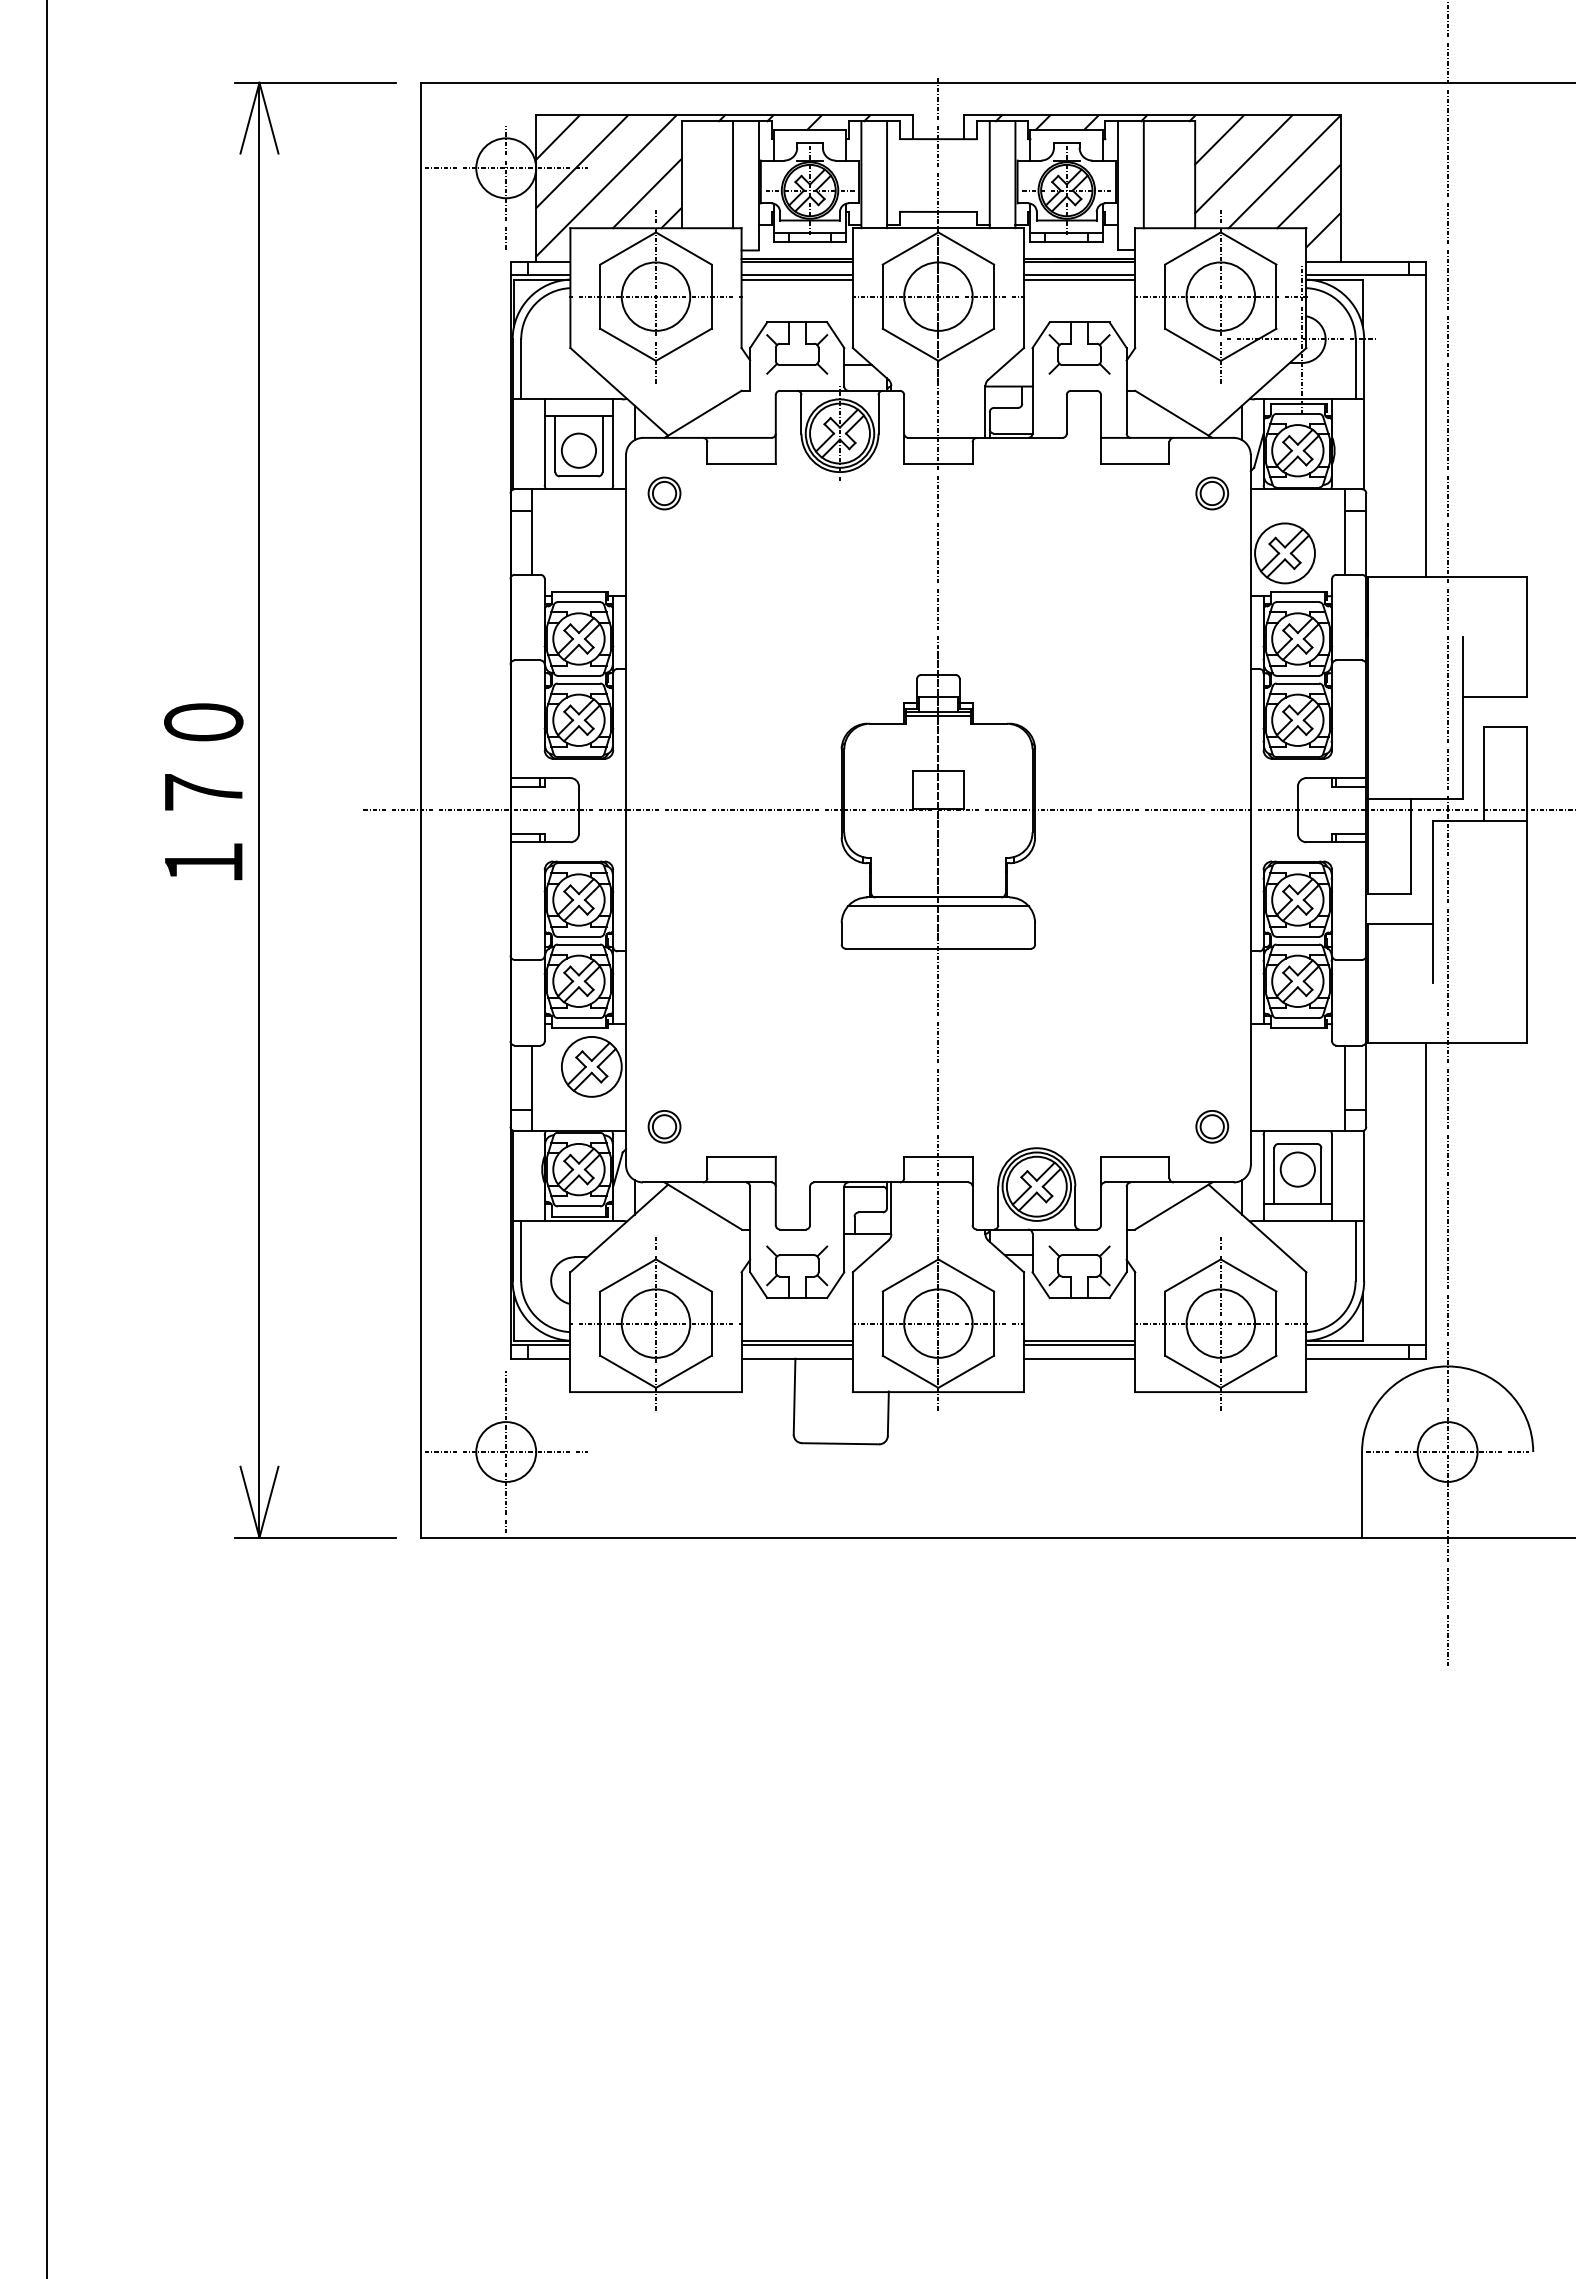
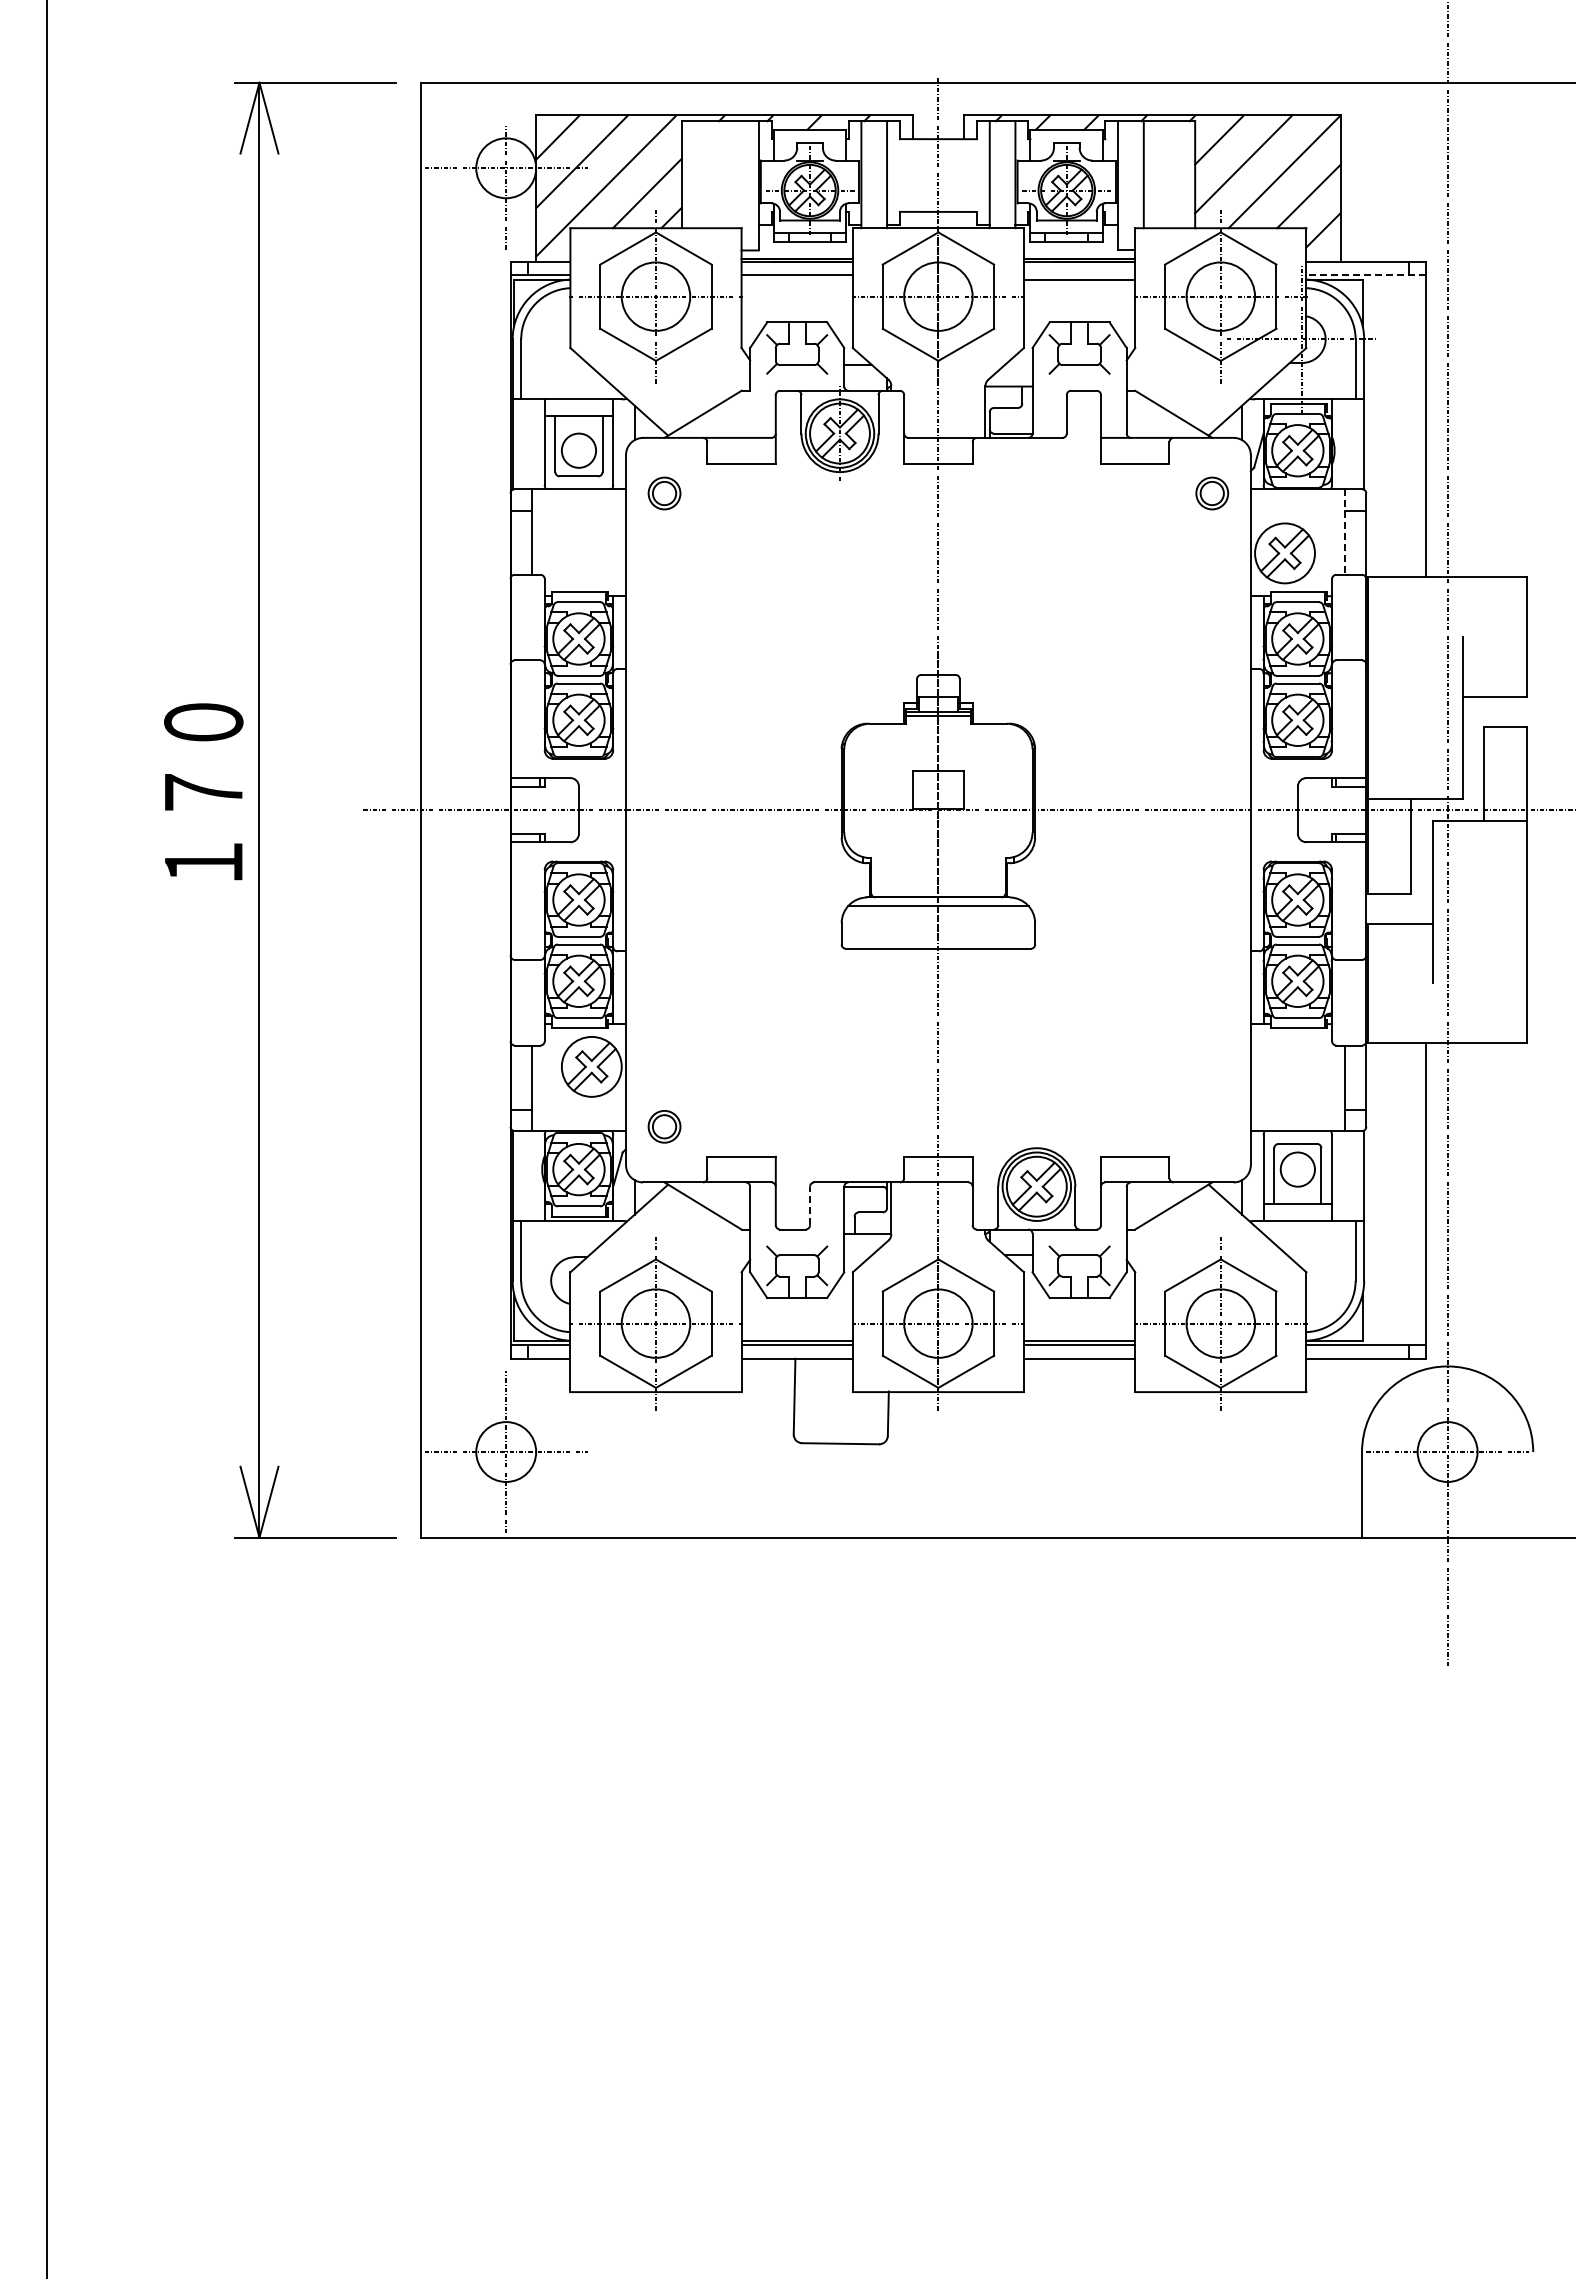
line at (733, 174): present -> none
line at (1079, 275): present -> none
line at (1366, 275): solid -> dashed
line at (796, 279): present -> none
line at (1344, 532): solid -> dashed
part at (1212, 1126): present -> none
line at (810, 1205): solid -> dashed
